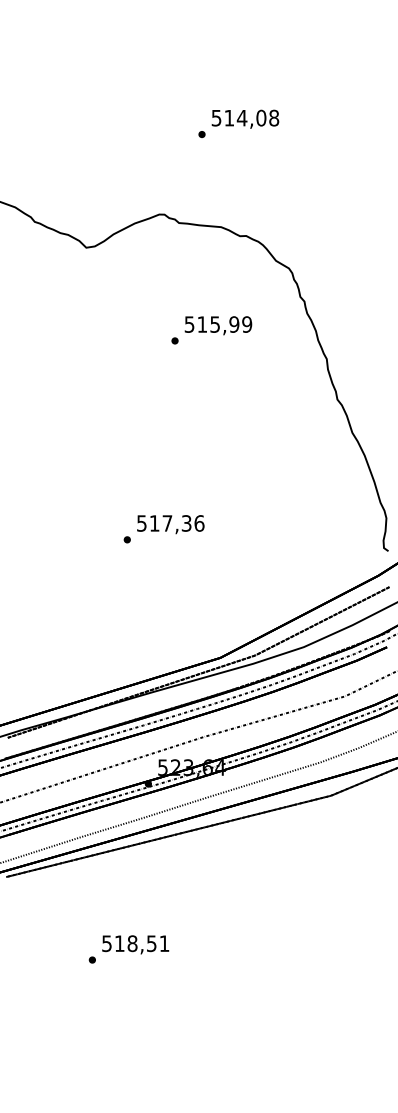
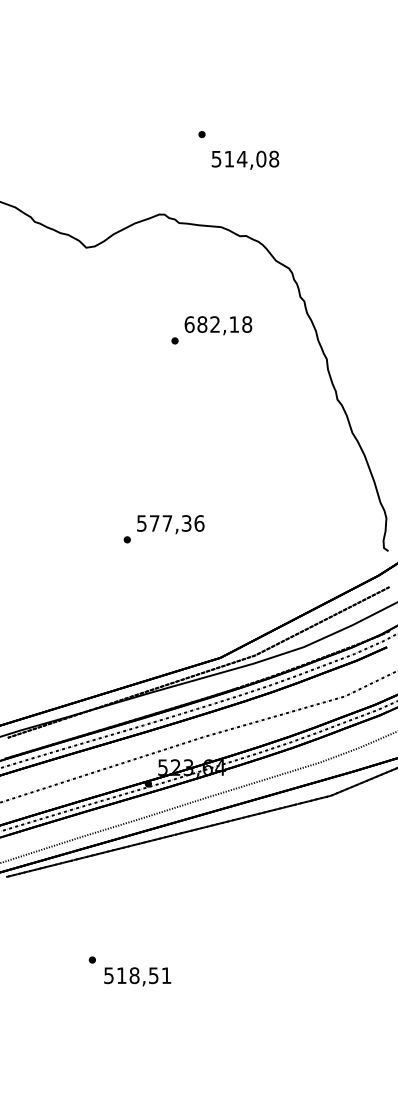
text at (245, 118) position: (245, 118) -> (245, 159)
text at (218, 324): 515,99 -> 682,18
text at (154, 523): 517,36 -> 577,36
text at (135, 944) position: (135, 944) -> (137, 976)
